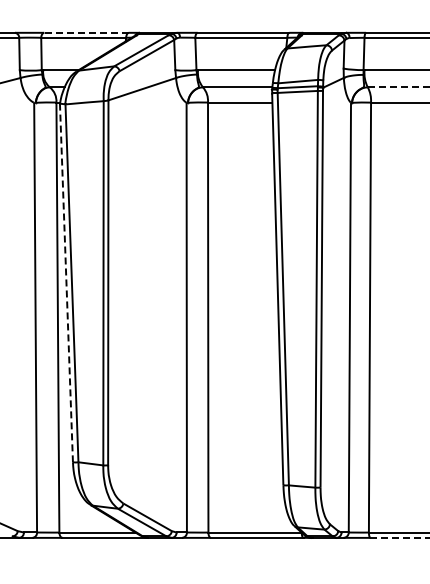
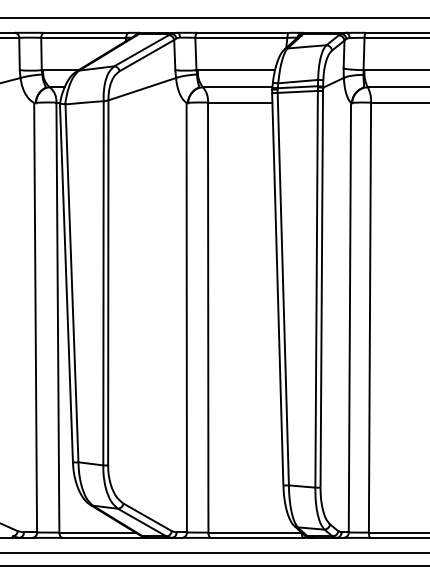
line at (214, 17): none -> present
line at (86, 32): dashed -> solid
line at (398, 87): dashed -> solid
line at (66, 283): dashed -> solid
line at (400, 537): dashed -> solid
line at (214, 553): none -> present
line at (214, 566): none -> present
